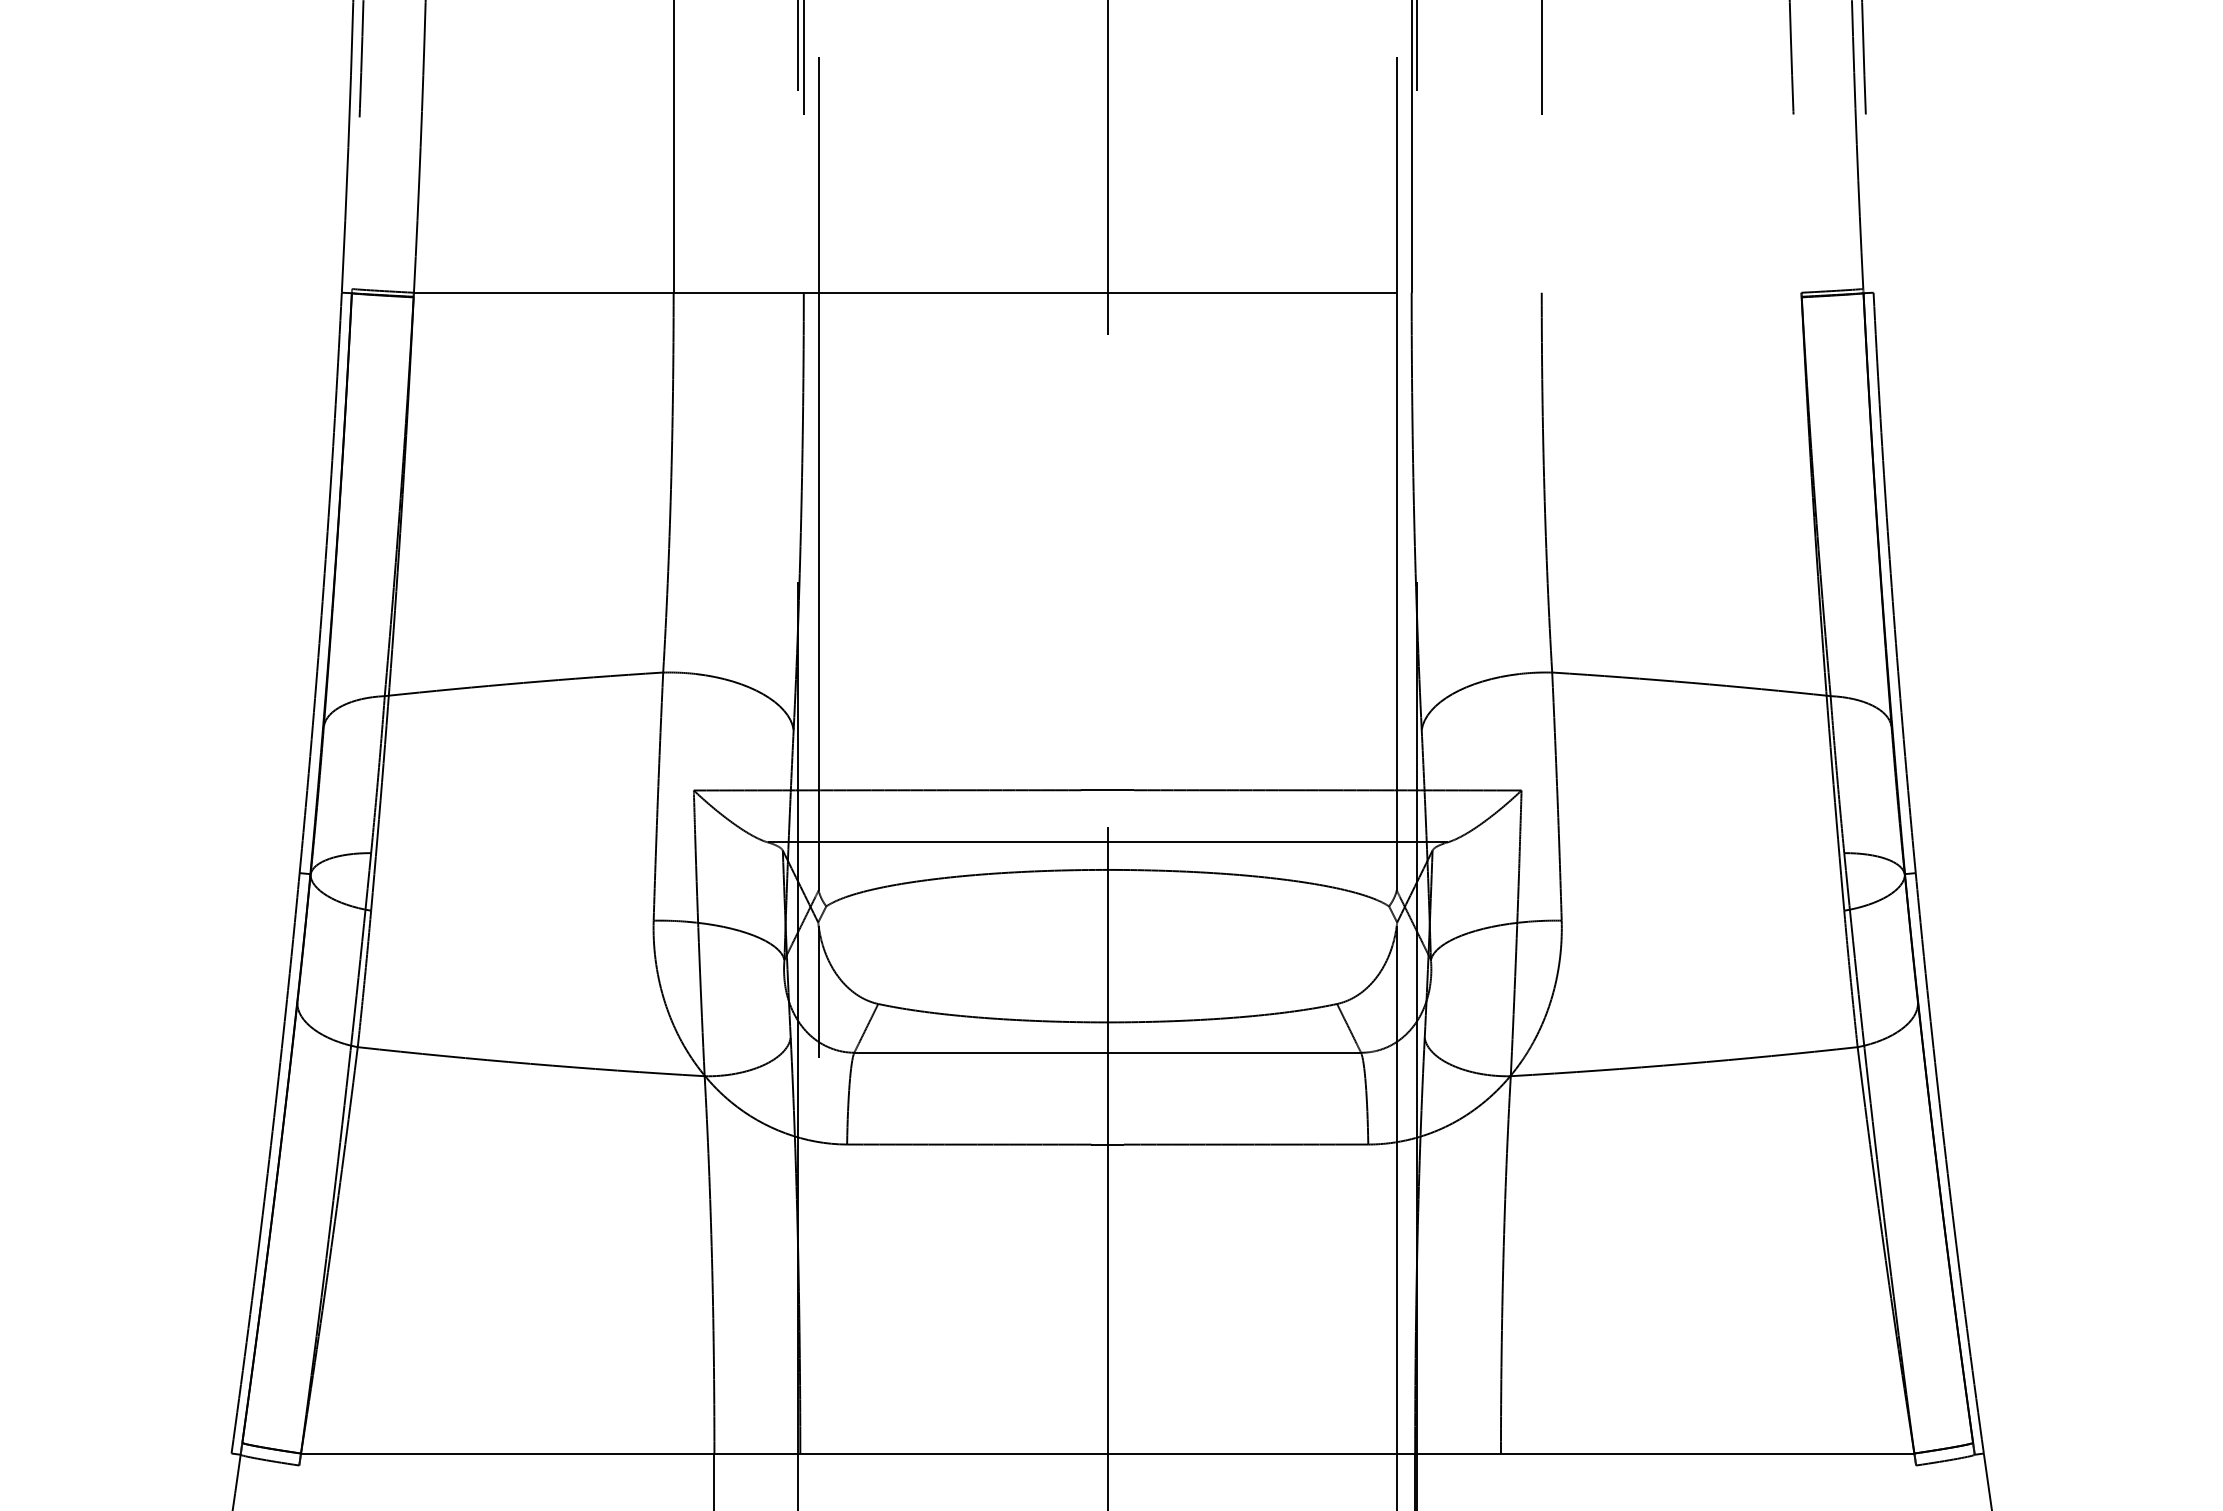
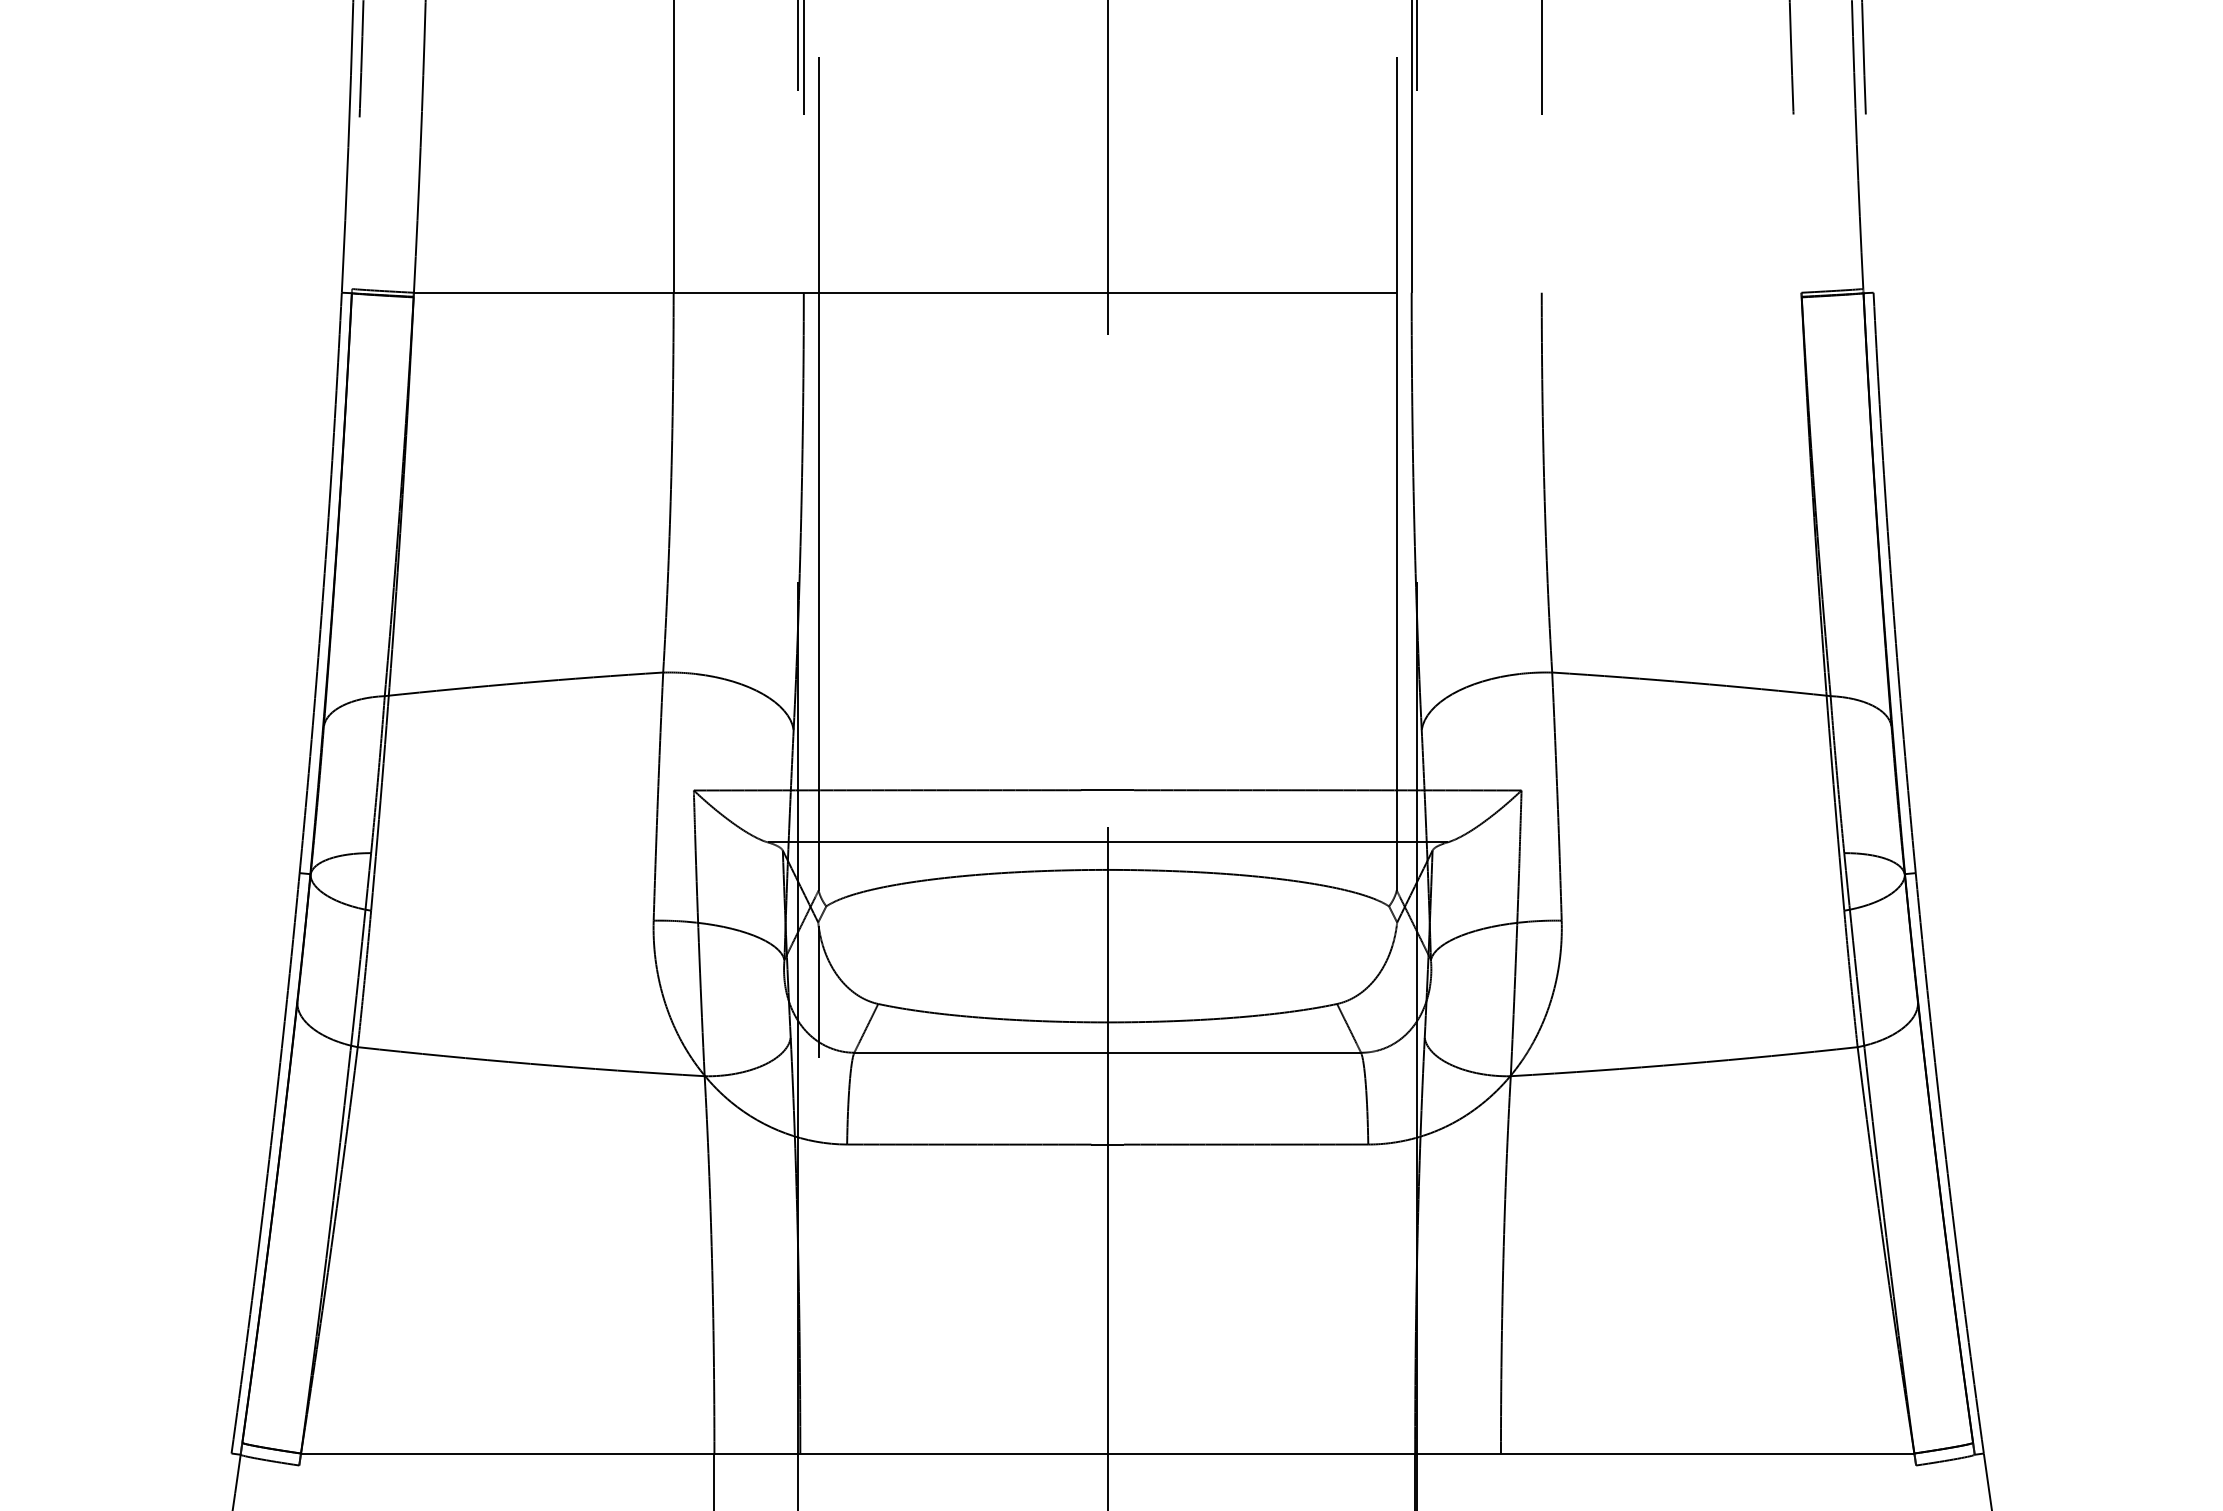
line at (1396, 1216): present -> none
